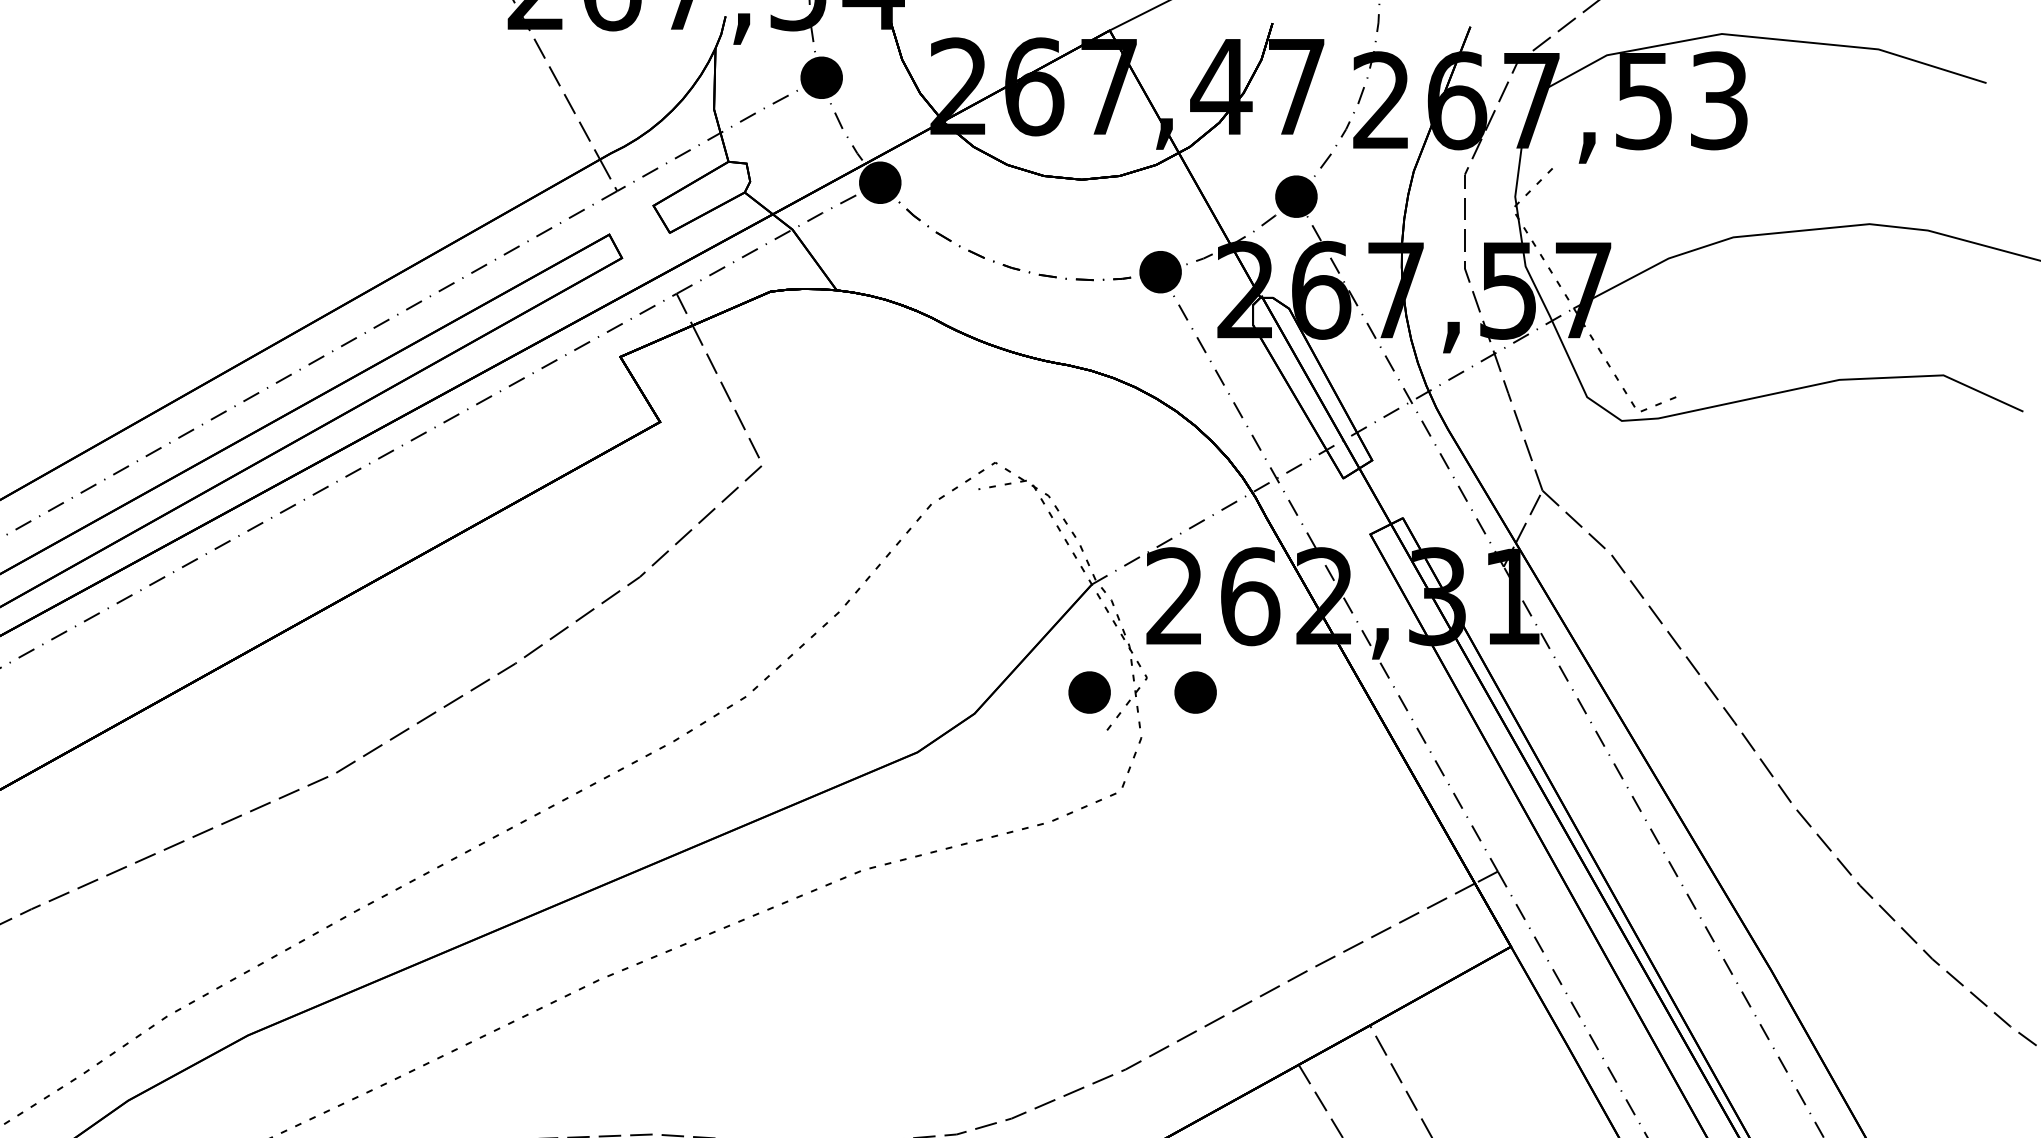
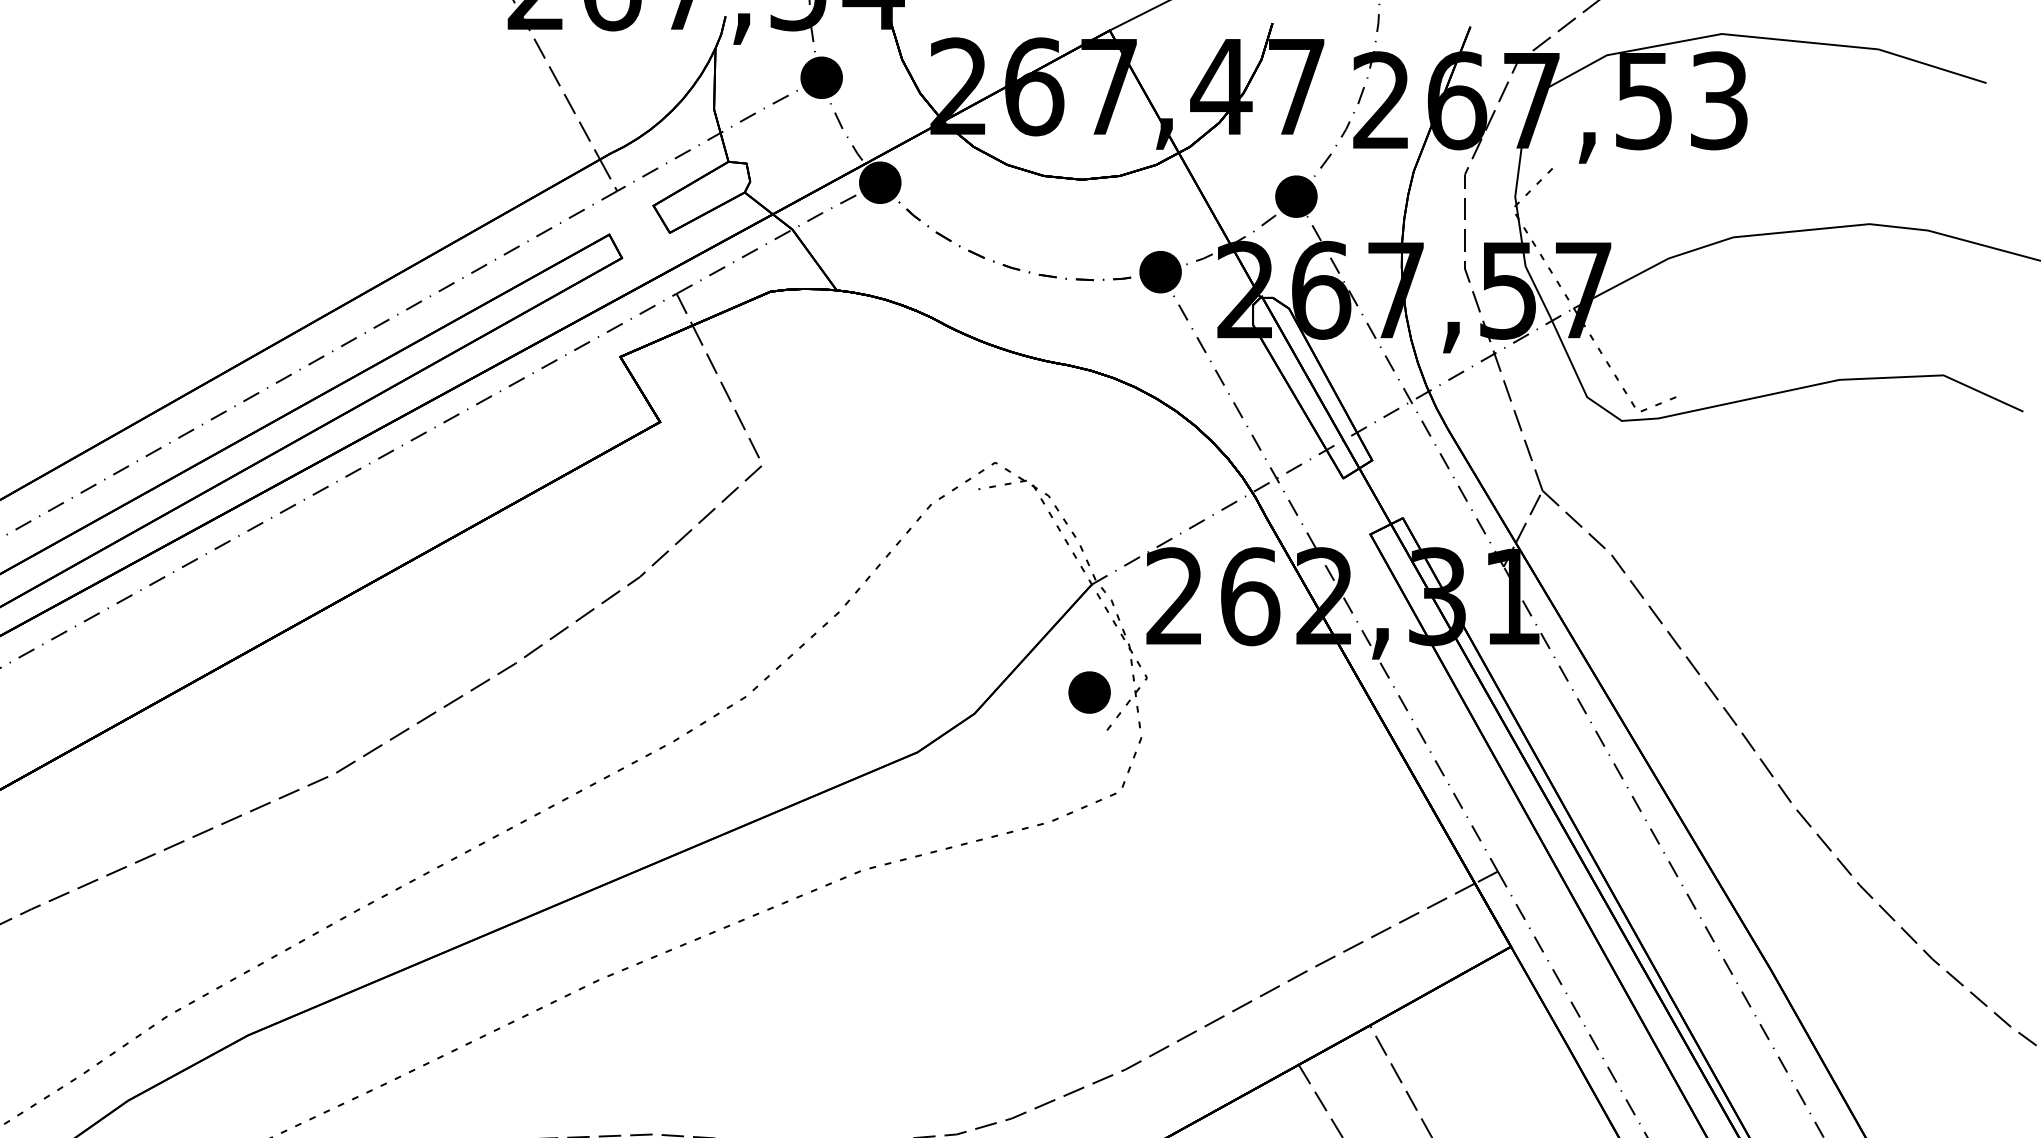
part at (1195, 692): present -> none
